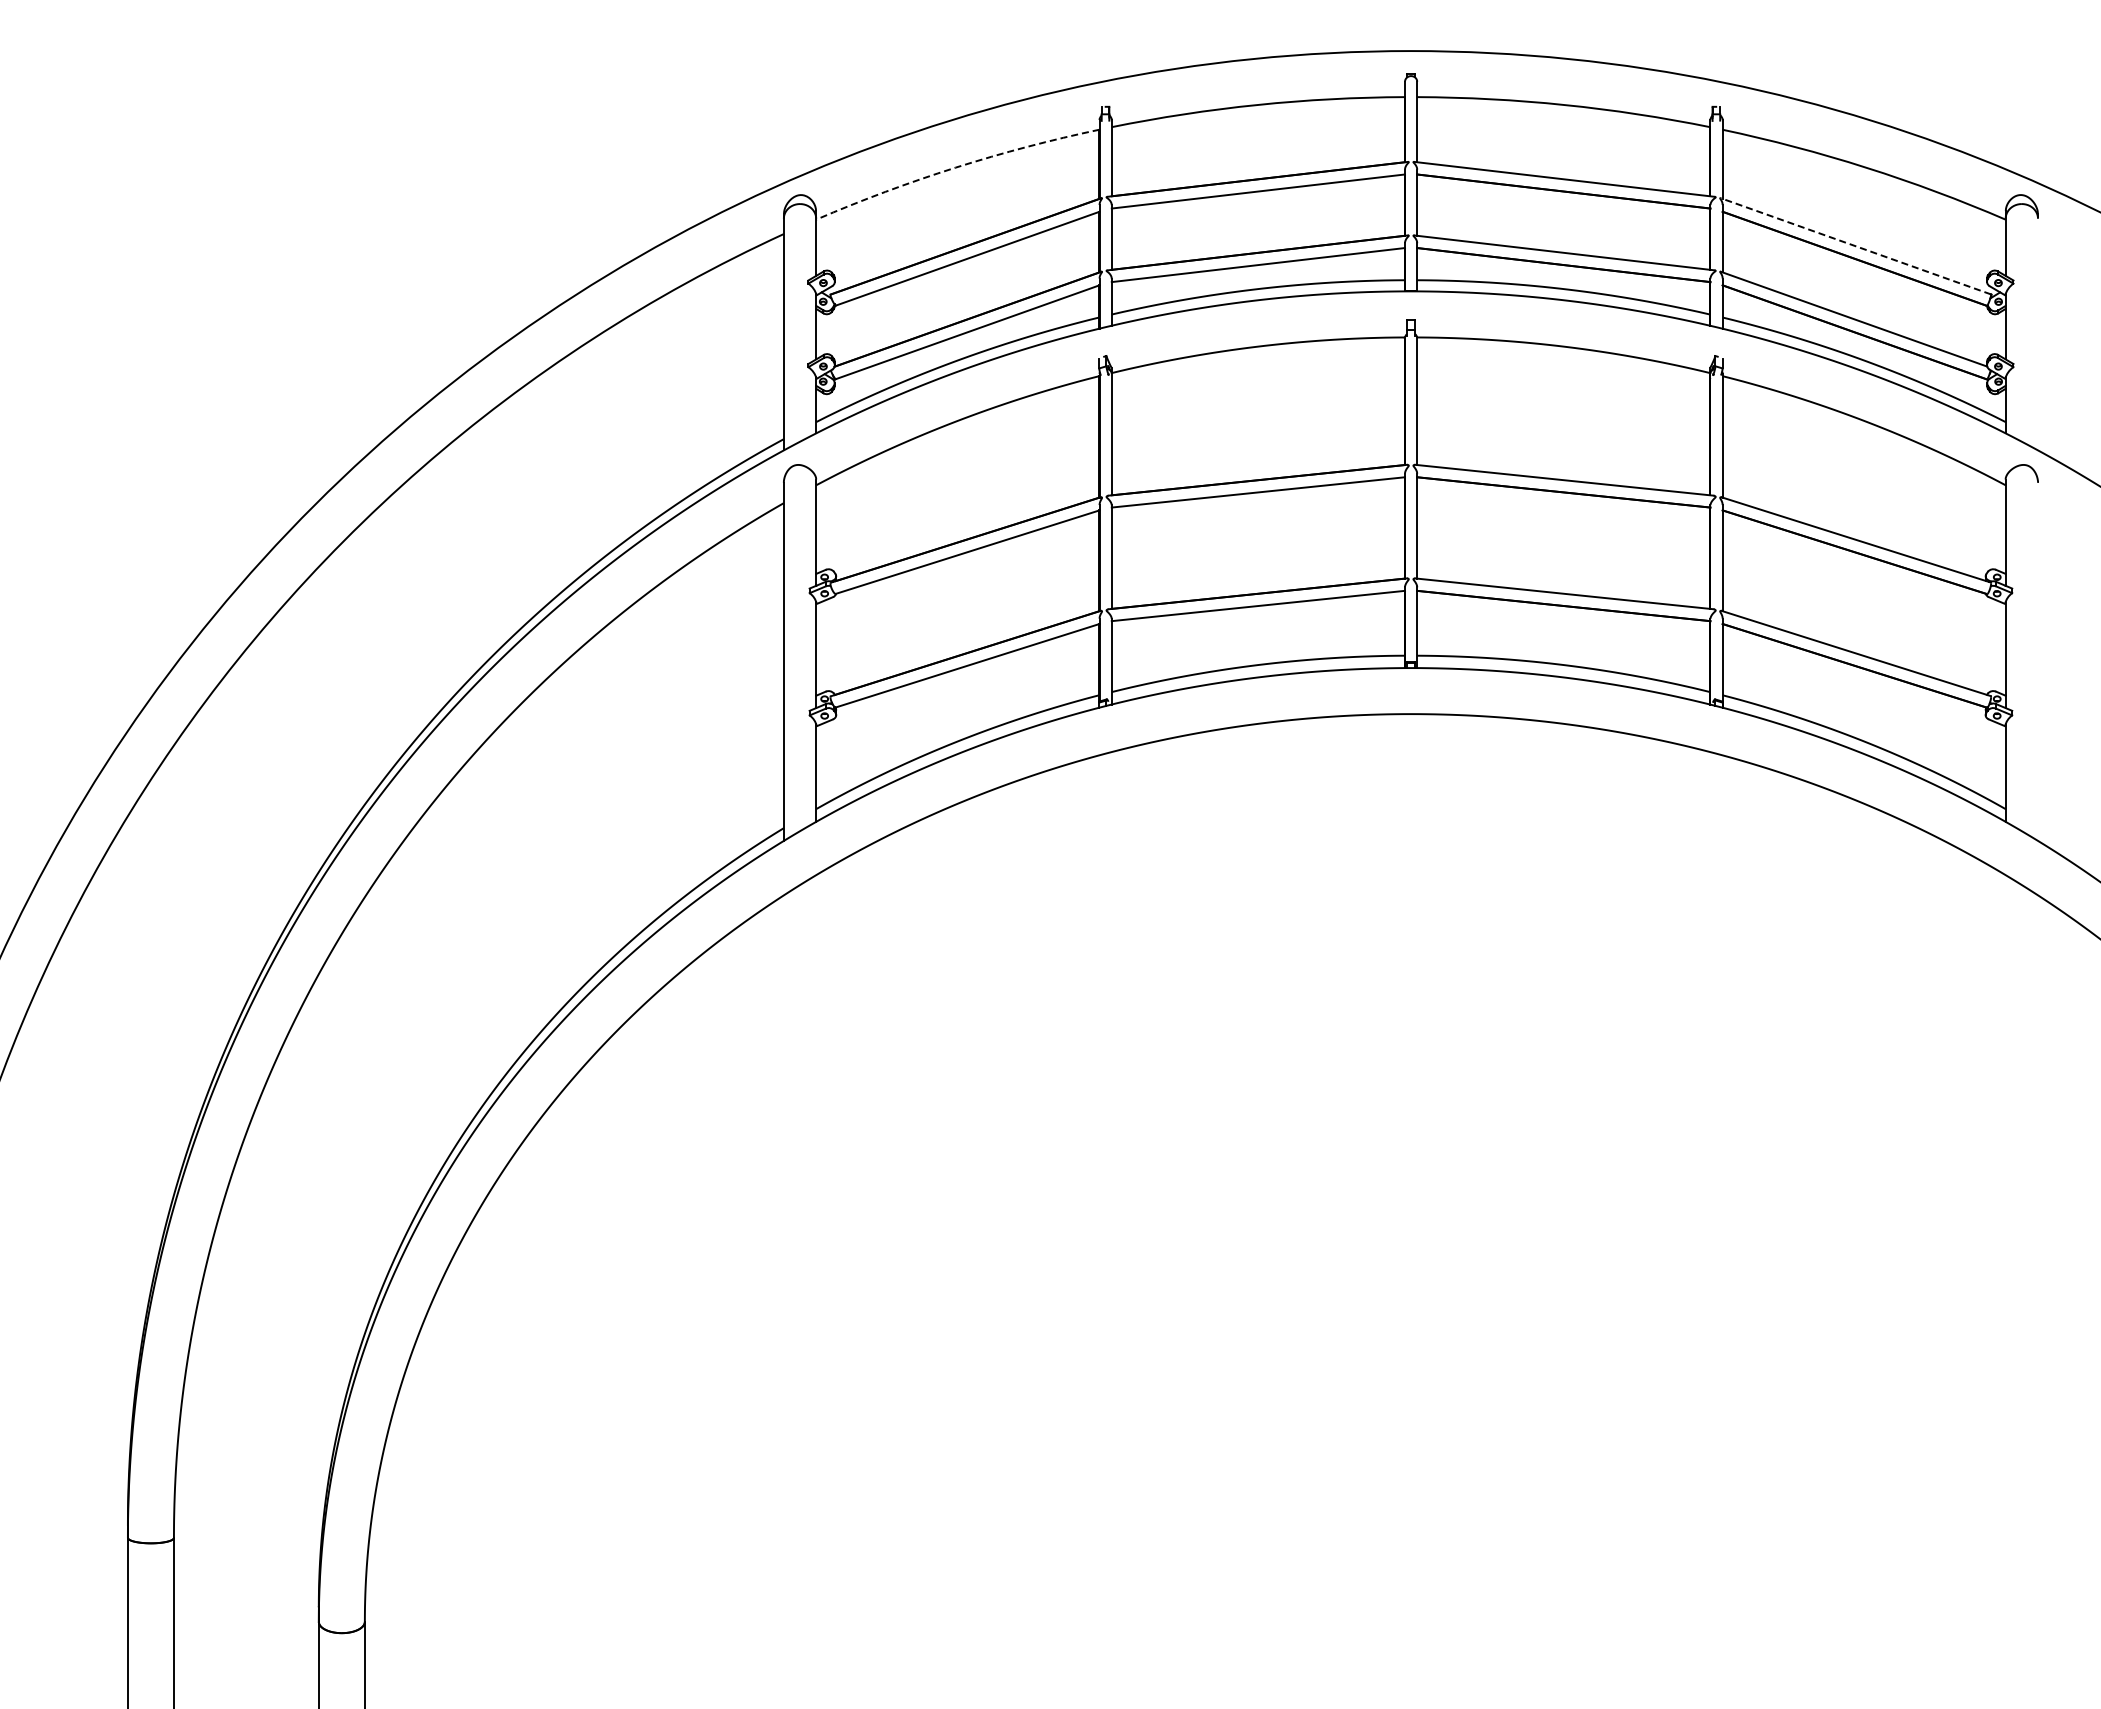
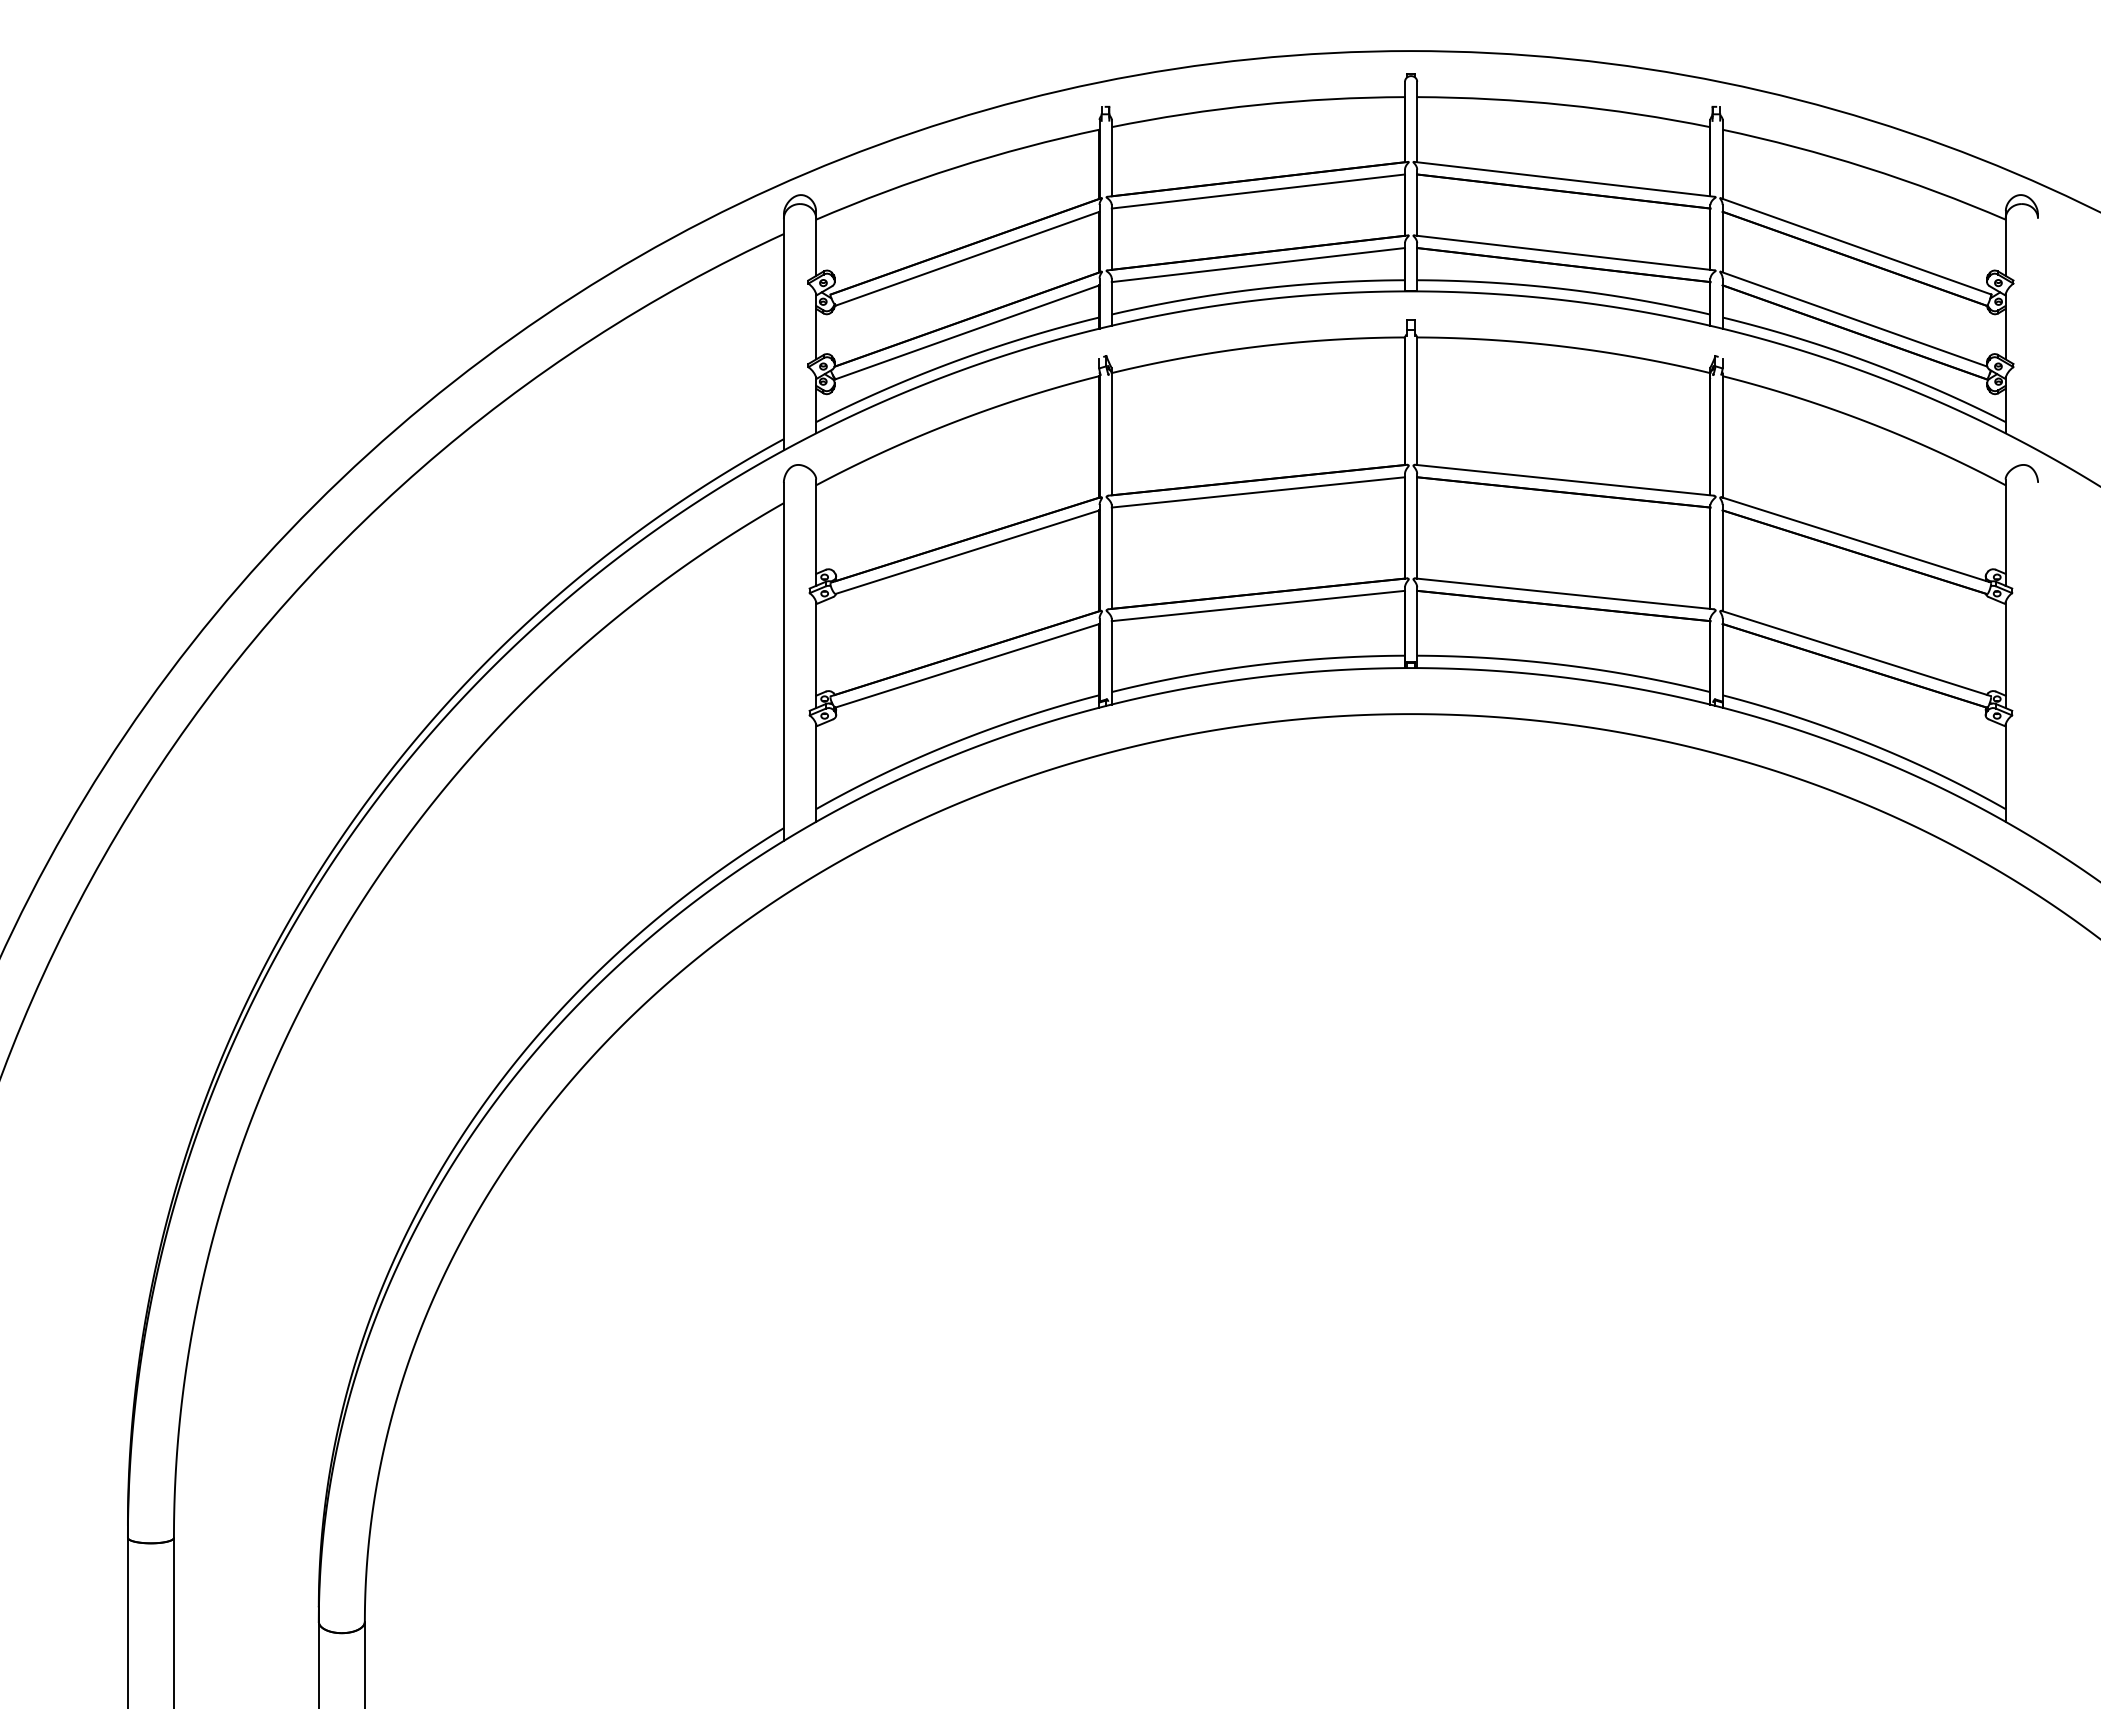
arc at (955, 167): dashed -> solid
line at (1855, 246): dashed -> solid
